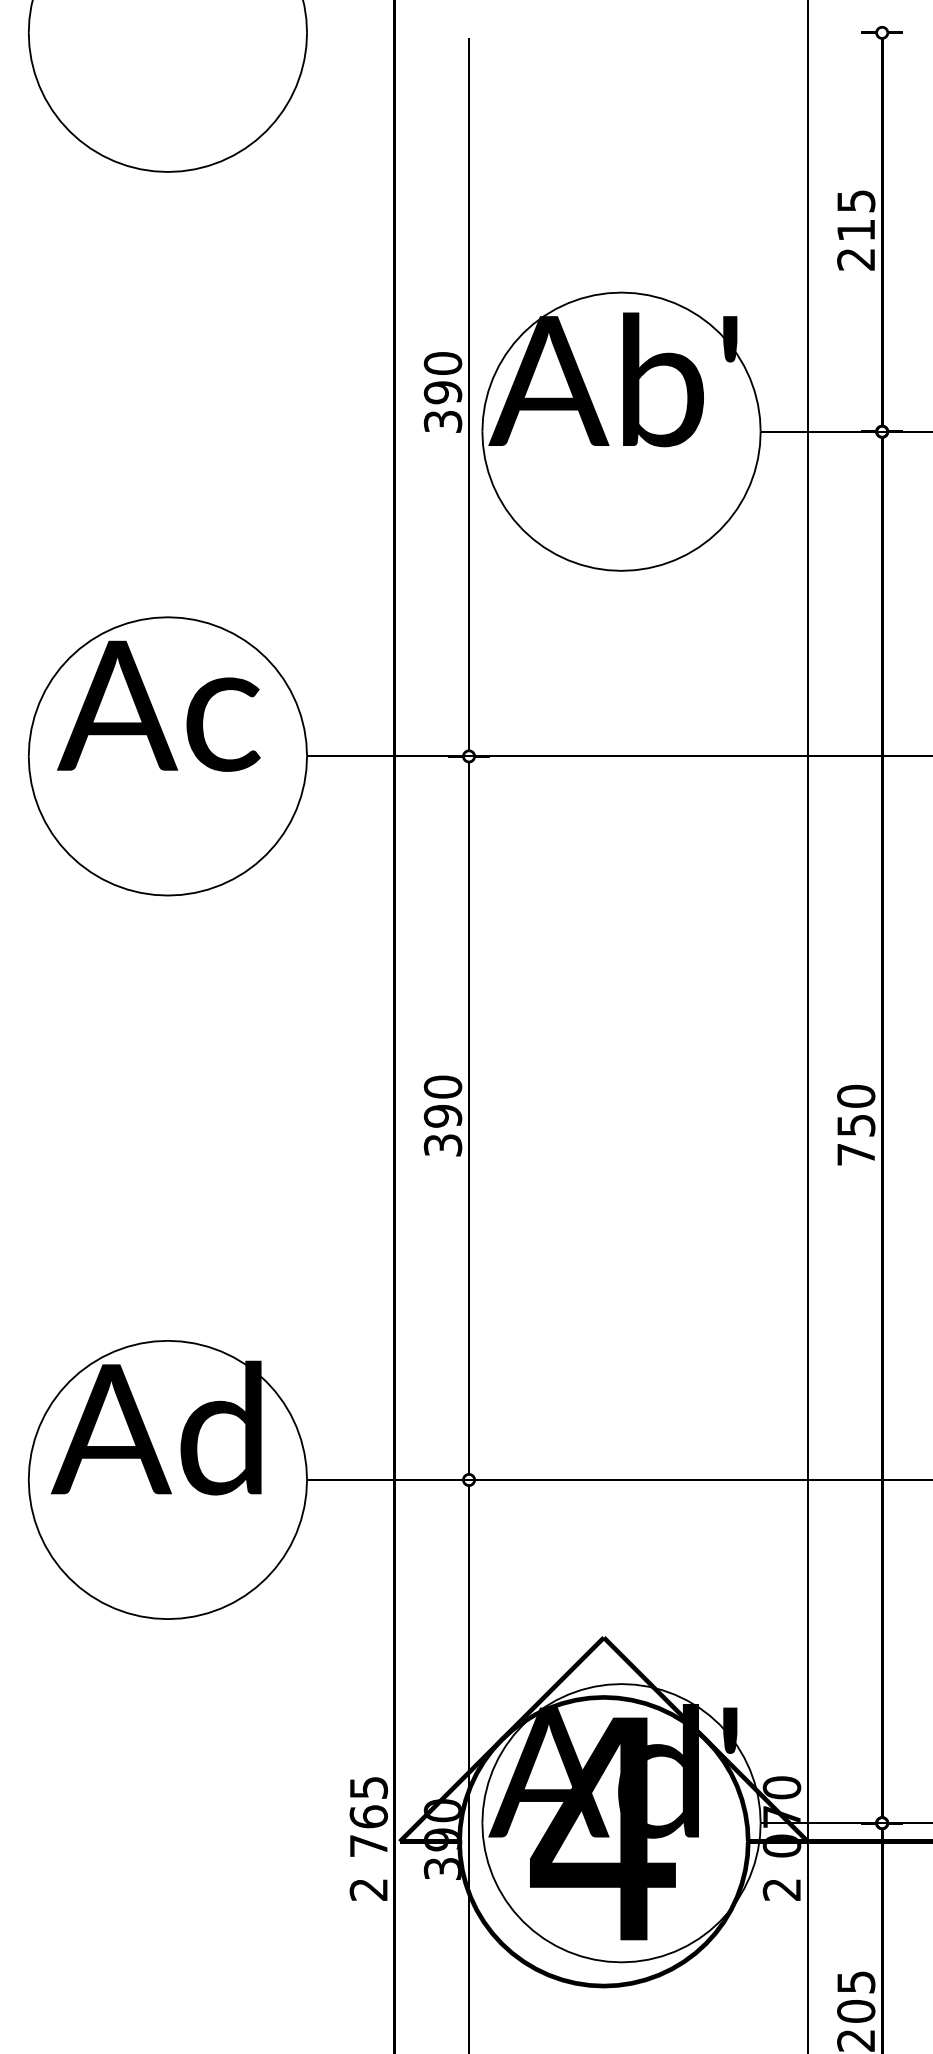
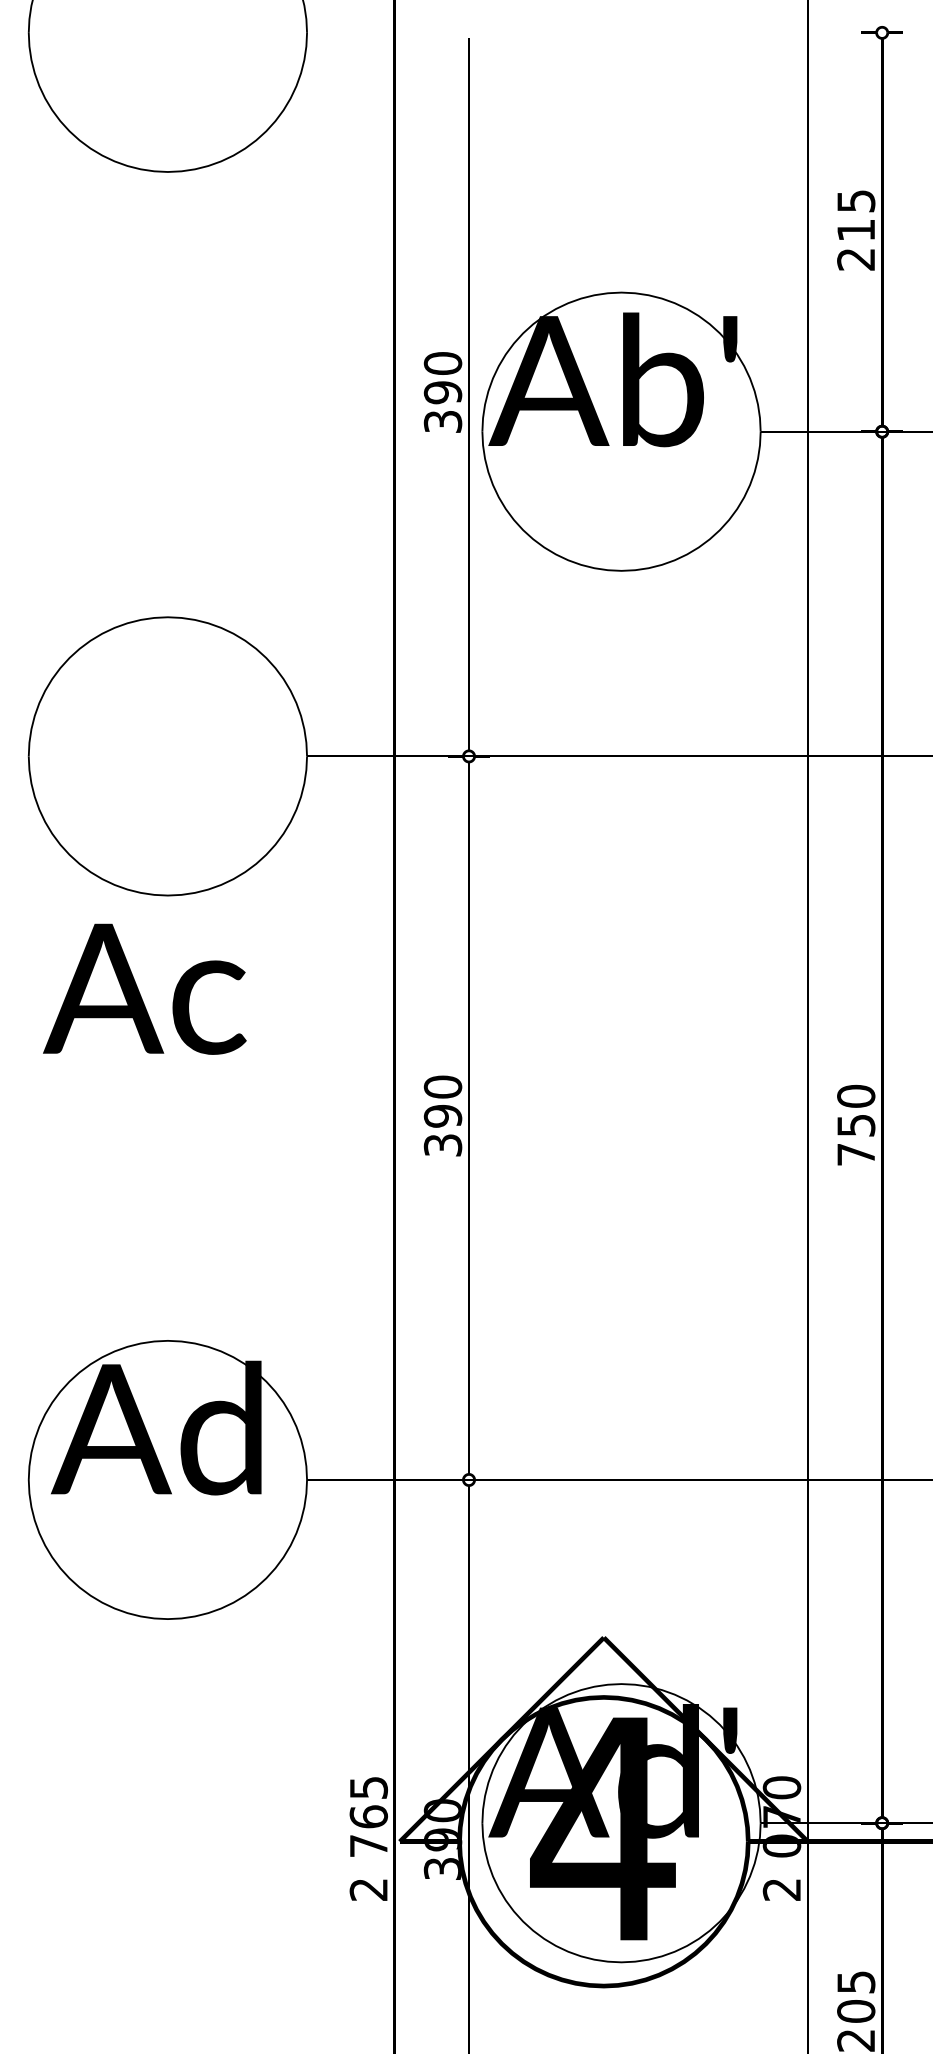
text at (158, 705) position: (158, 705) -> (144, 988)
